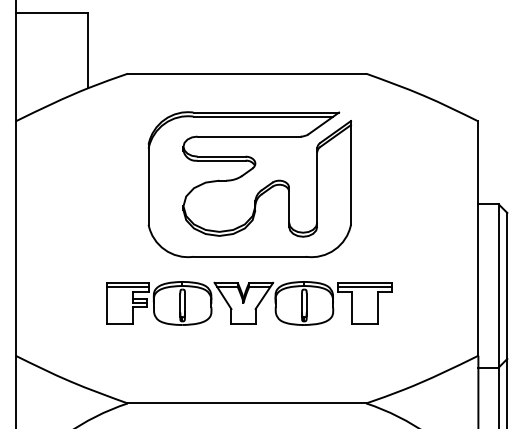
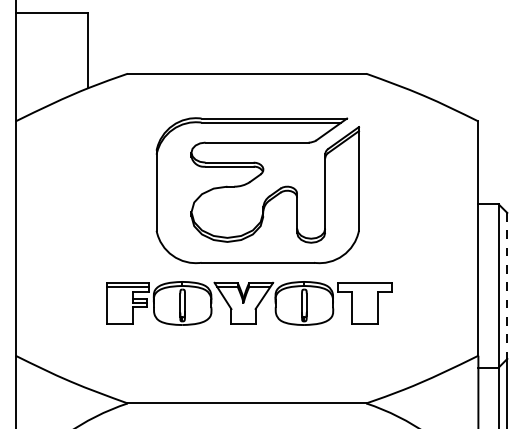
part at (243, 176) position: (243, 176) -> (251, 182)
line at (364, 286): present -> none
line at (507, 286): solid -> dashed
